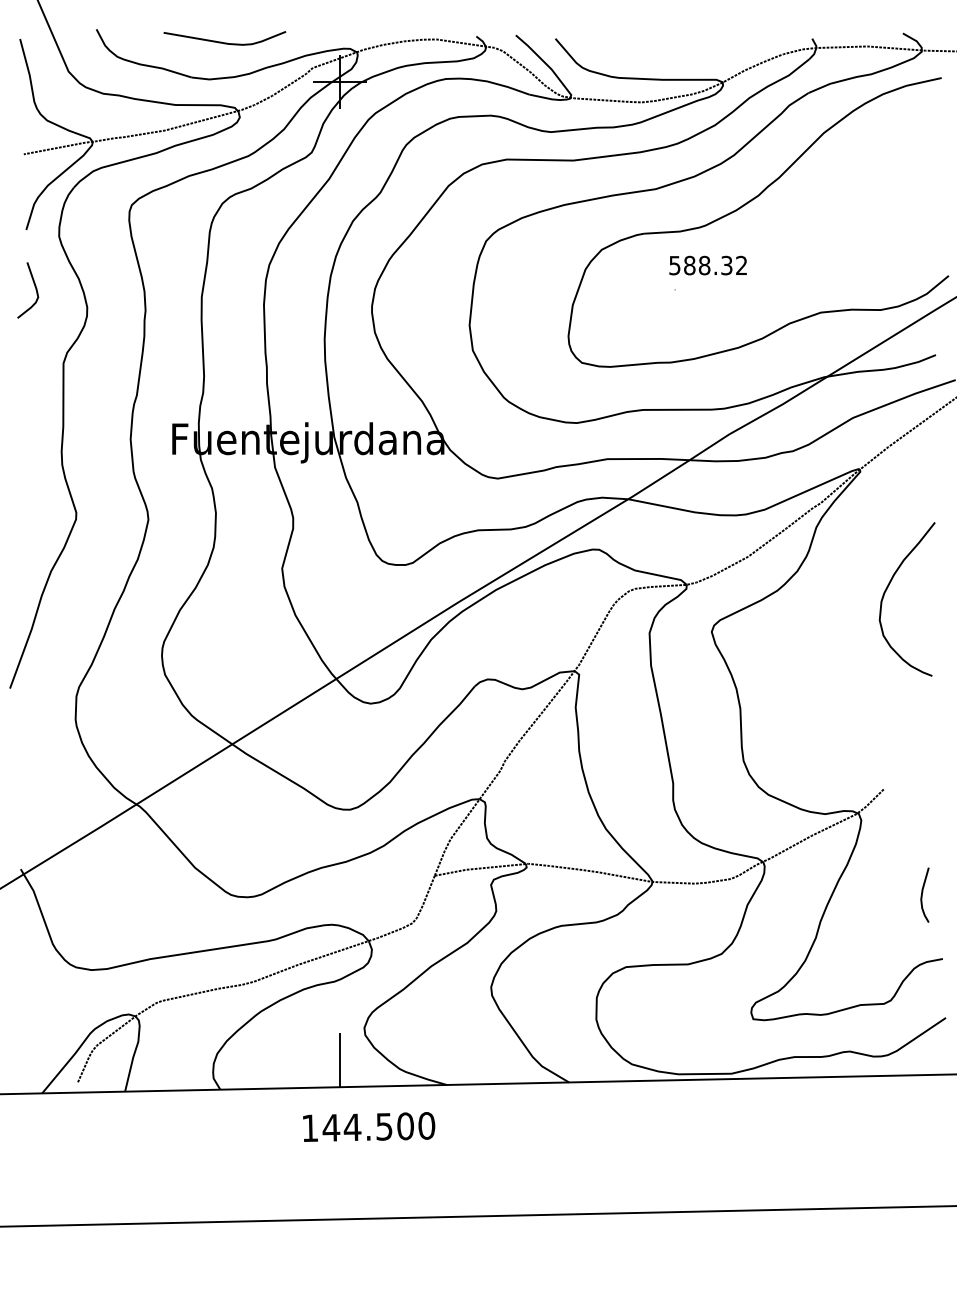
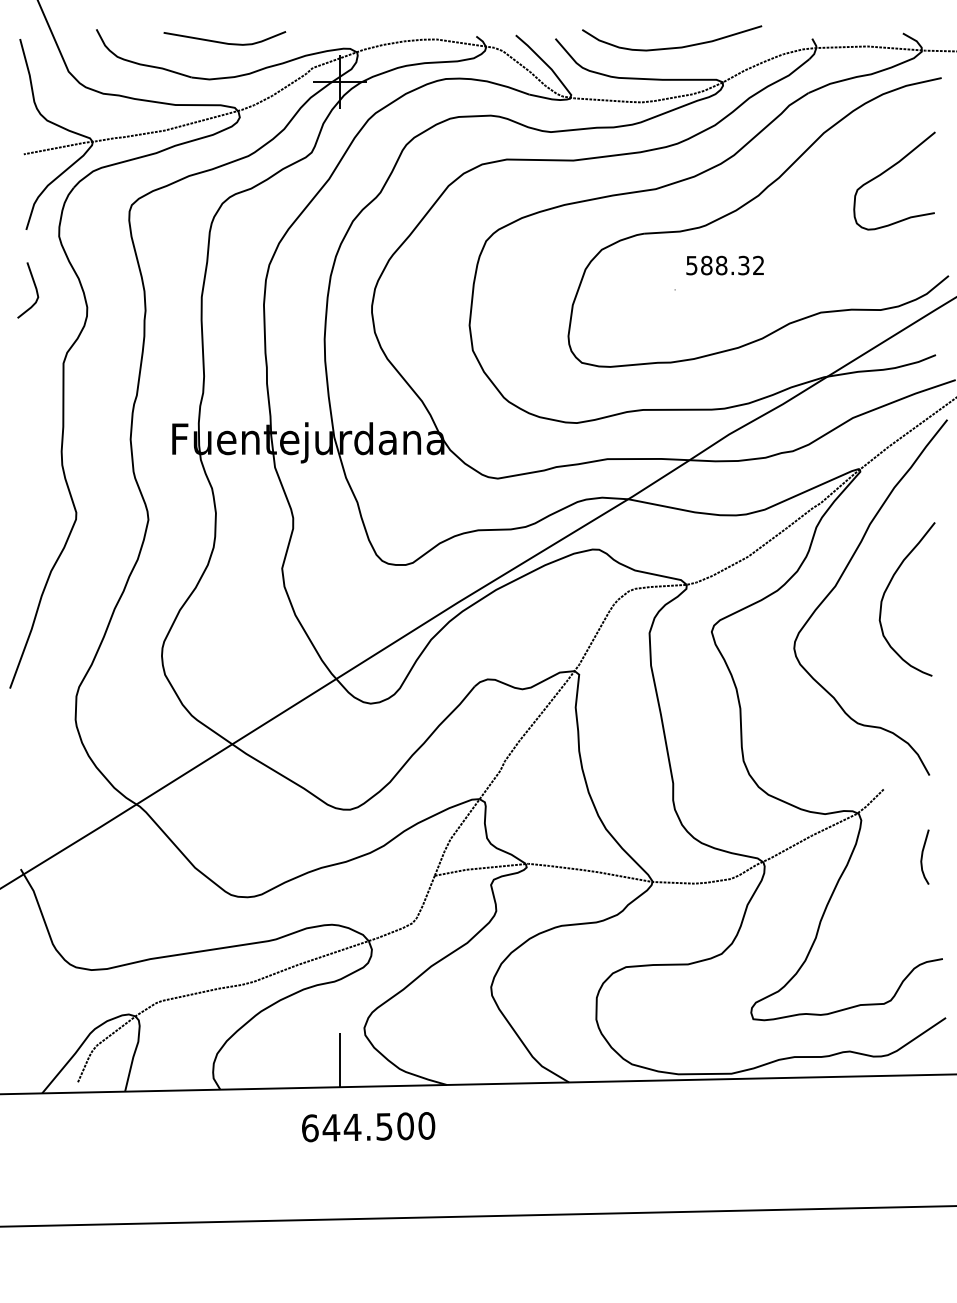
curve at (672, 47): none -> present
curve at (888, 170): none -> present
text at (707, 265) position: (707, 265) -> (724, 265)
curve at (839, 581): none -> present
curve at (922, 894) position: (922, 894) -> (922, 856)
text at (310, 1128): 144.500 -> 644.500
